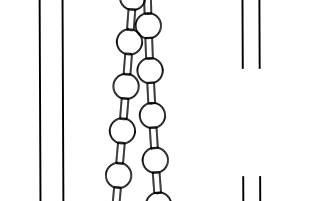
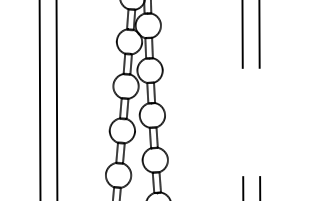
line at (62, 99) position: (62, 99) -> (56, 99)
